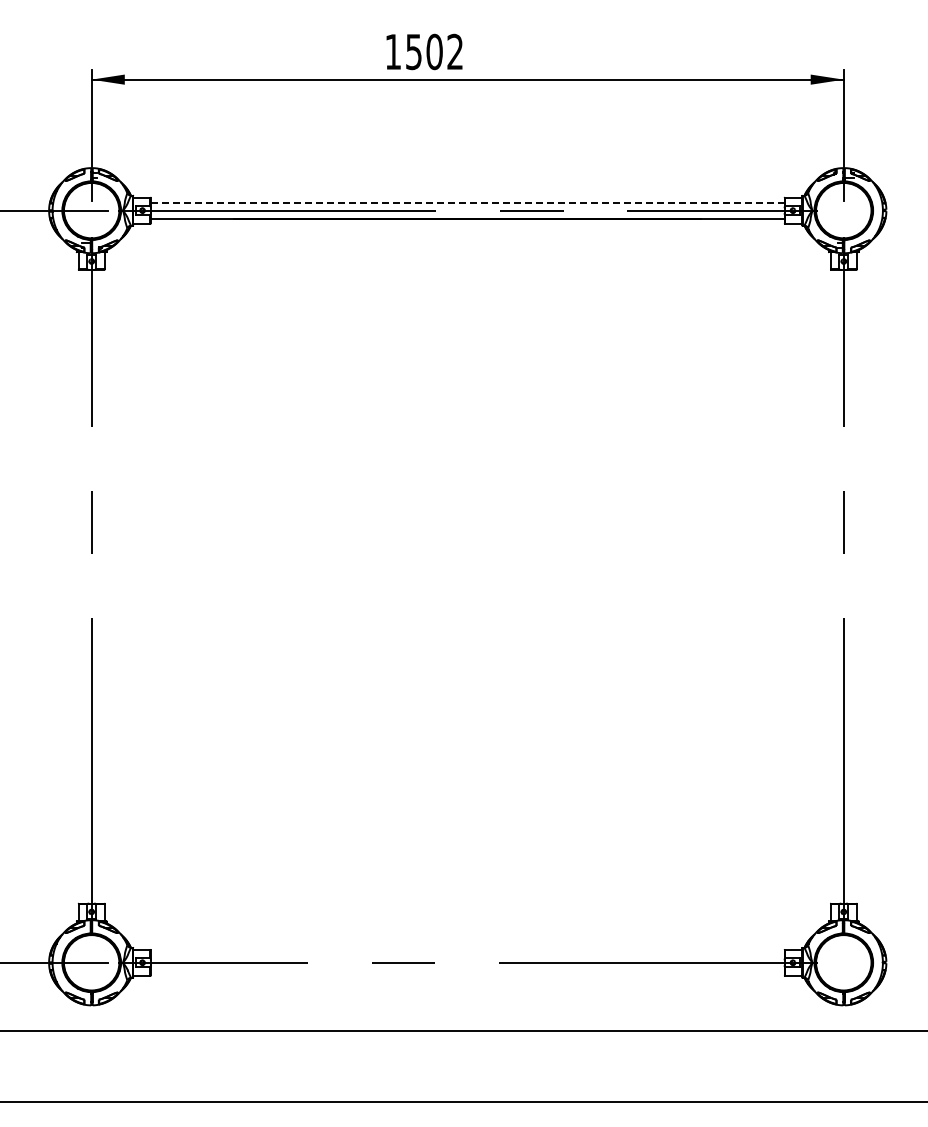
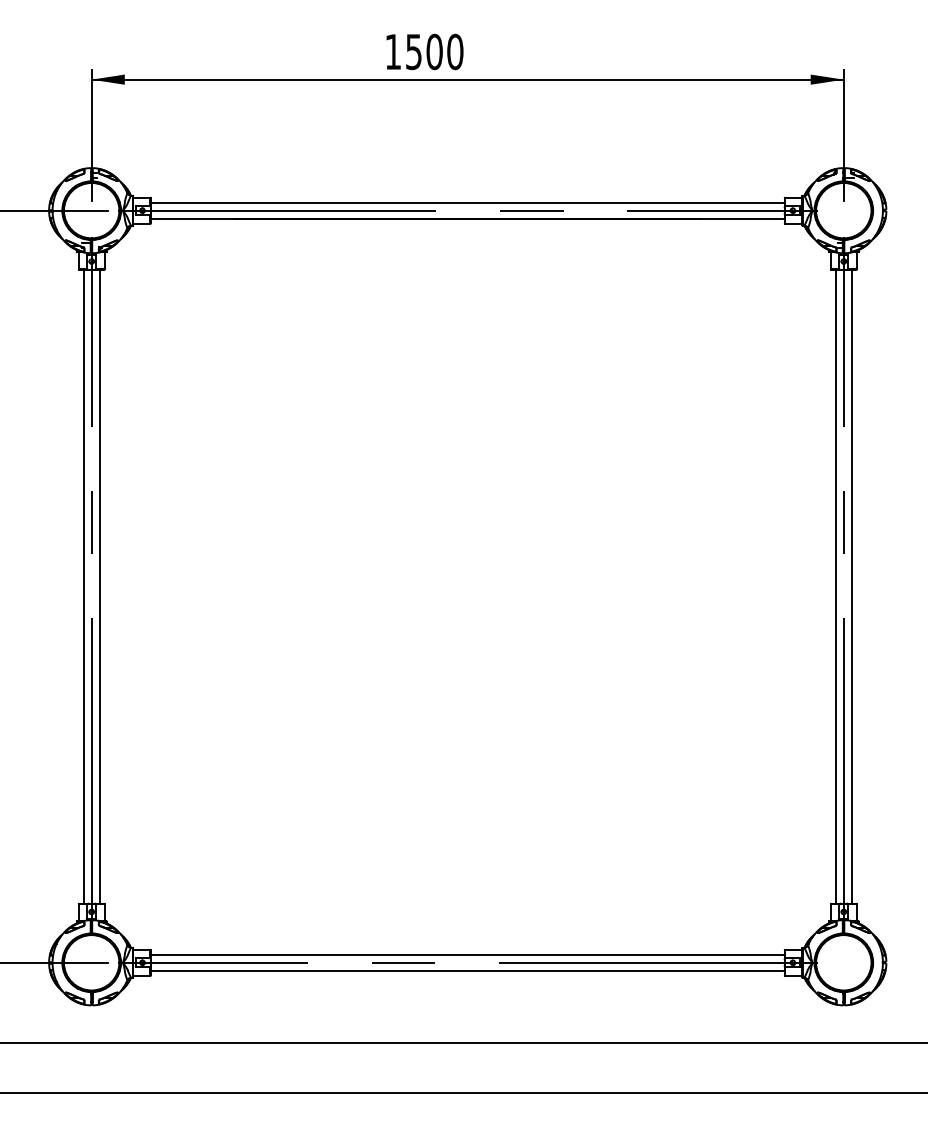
text at (455, 51): 1502 -> 1500
line at (467, 202): dashed -> solid
line at (83, 586): none -> present
line at (99, 586): none -> present
line at (835, 586): none -> present
line at (851, 586): none -> present
line at (467, 954): none -> present
line at (467, 970): none -> present
line at (463, 1031) position: (463, 1031) -> (463, 1043)
line at (463, 1102) position: (463, 1102) -> (463, 1093)
